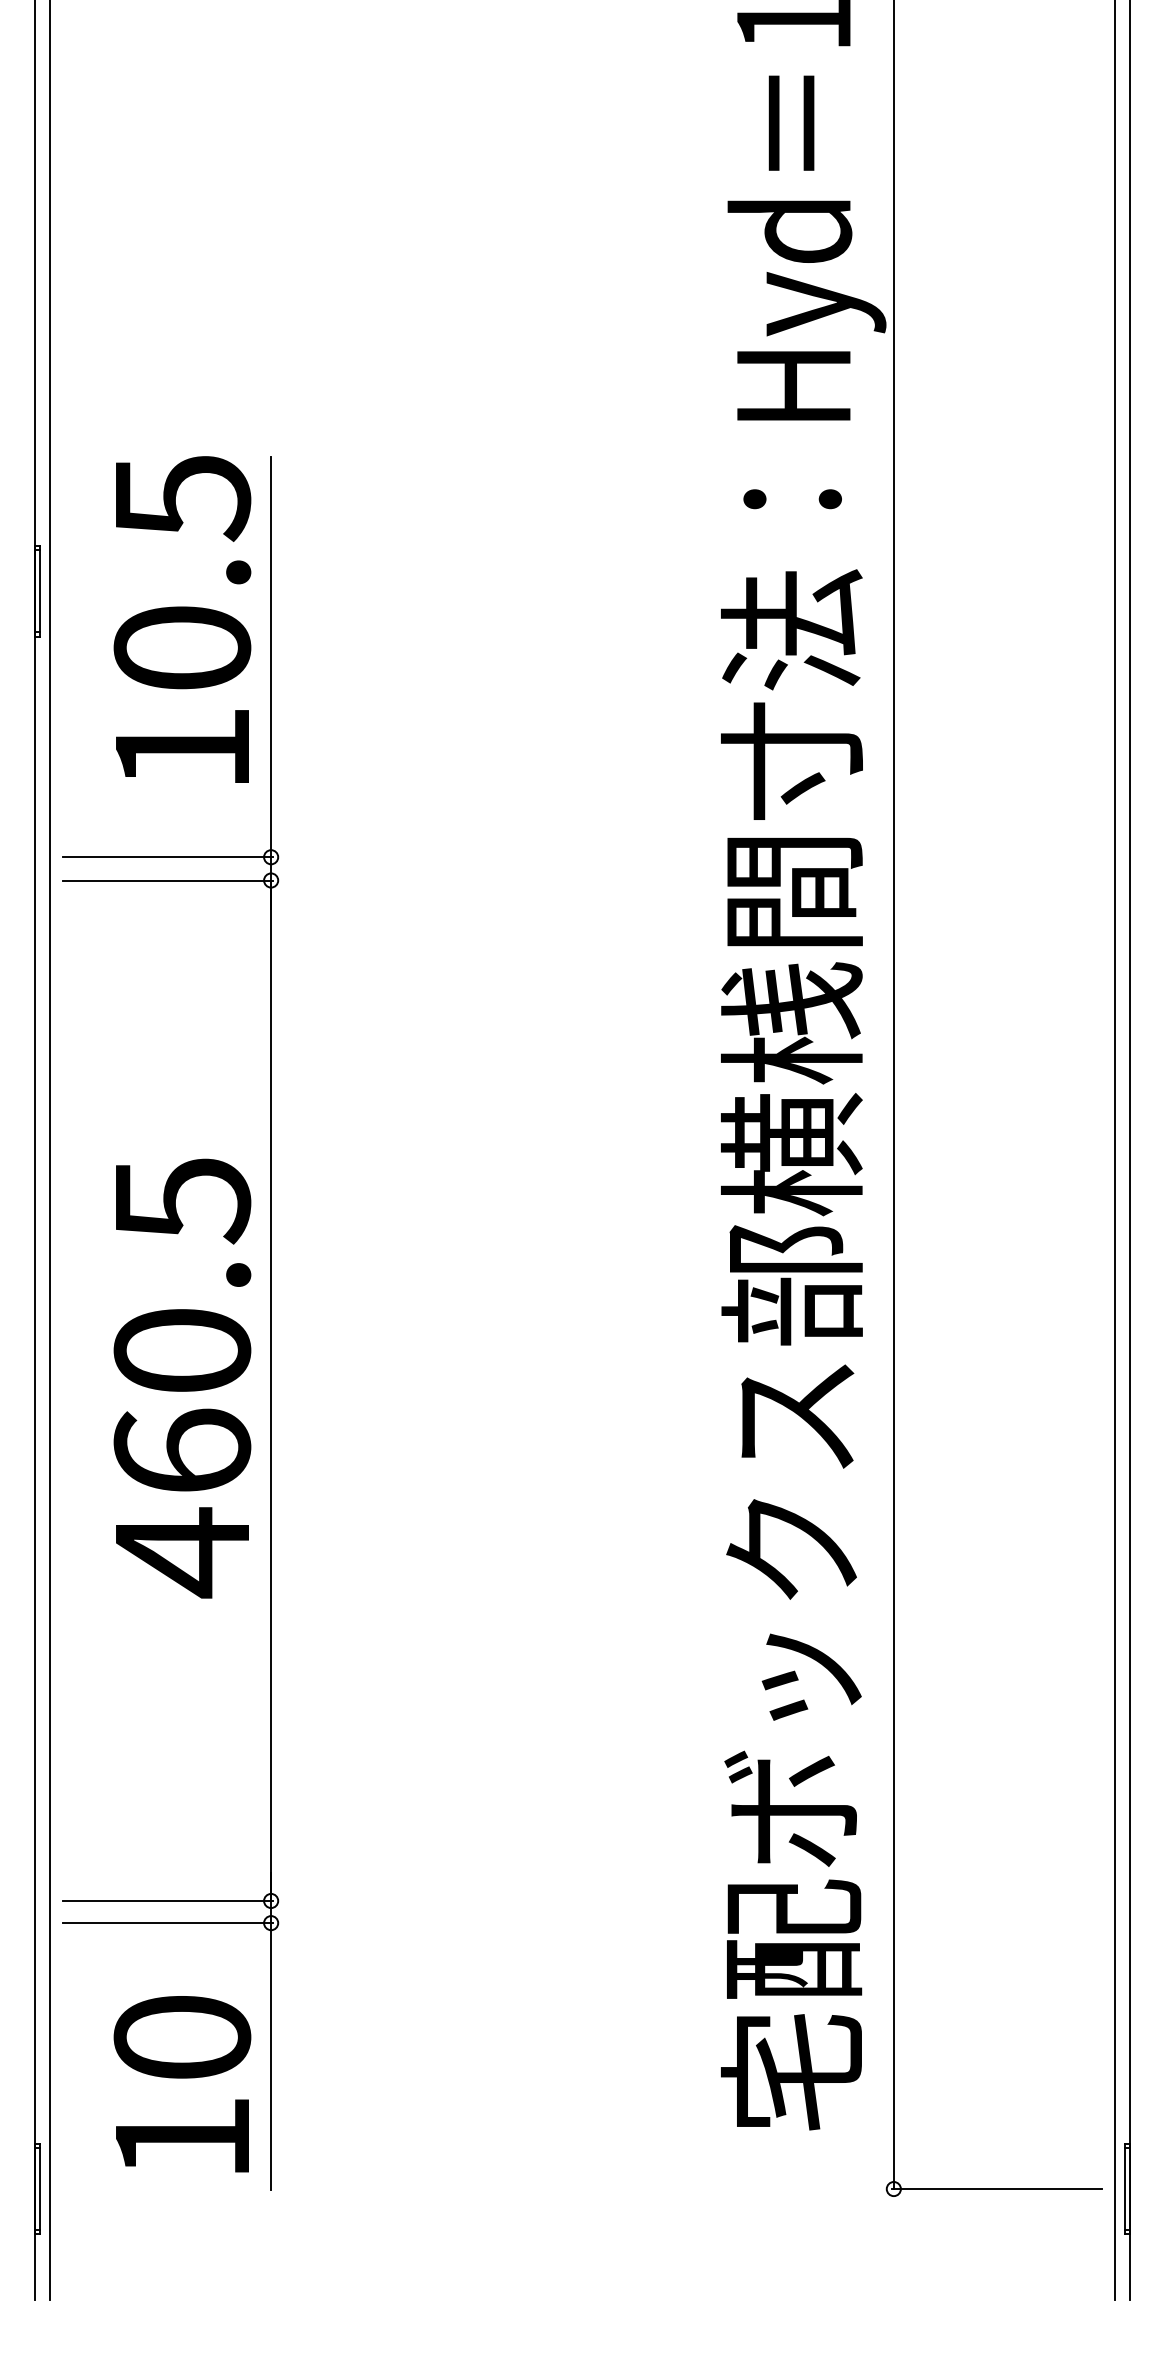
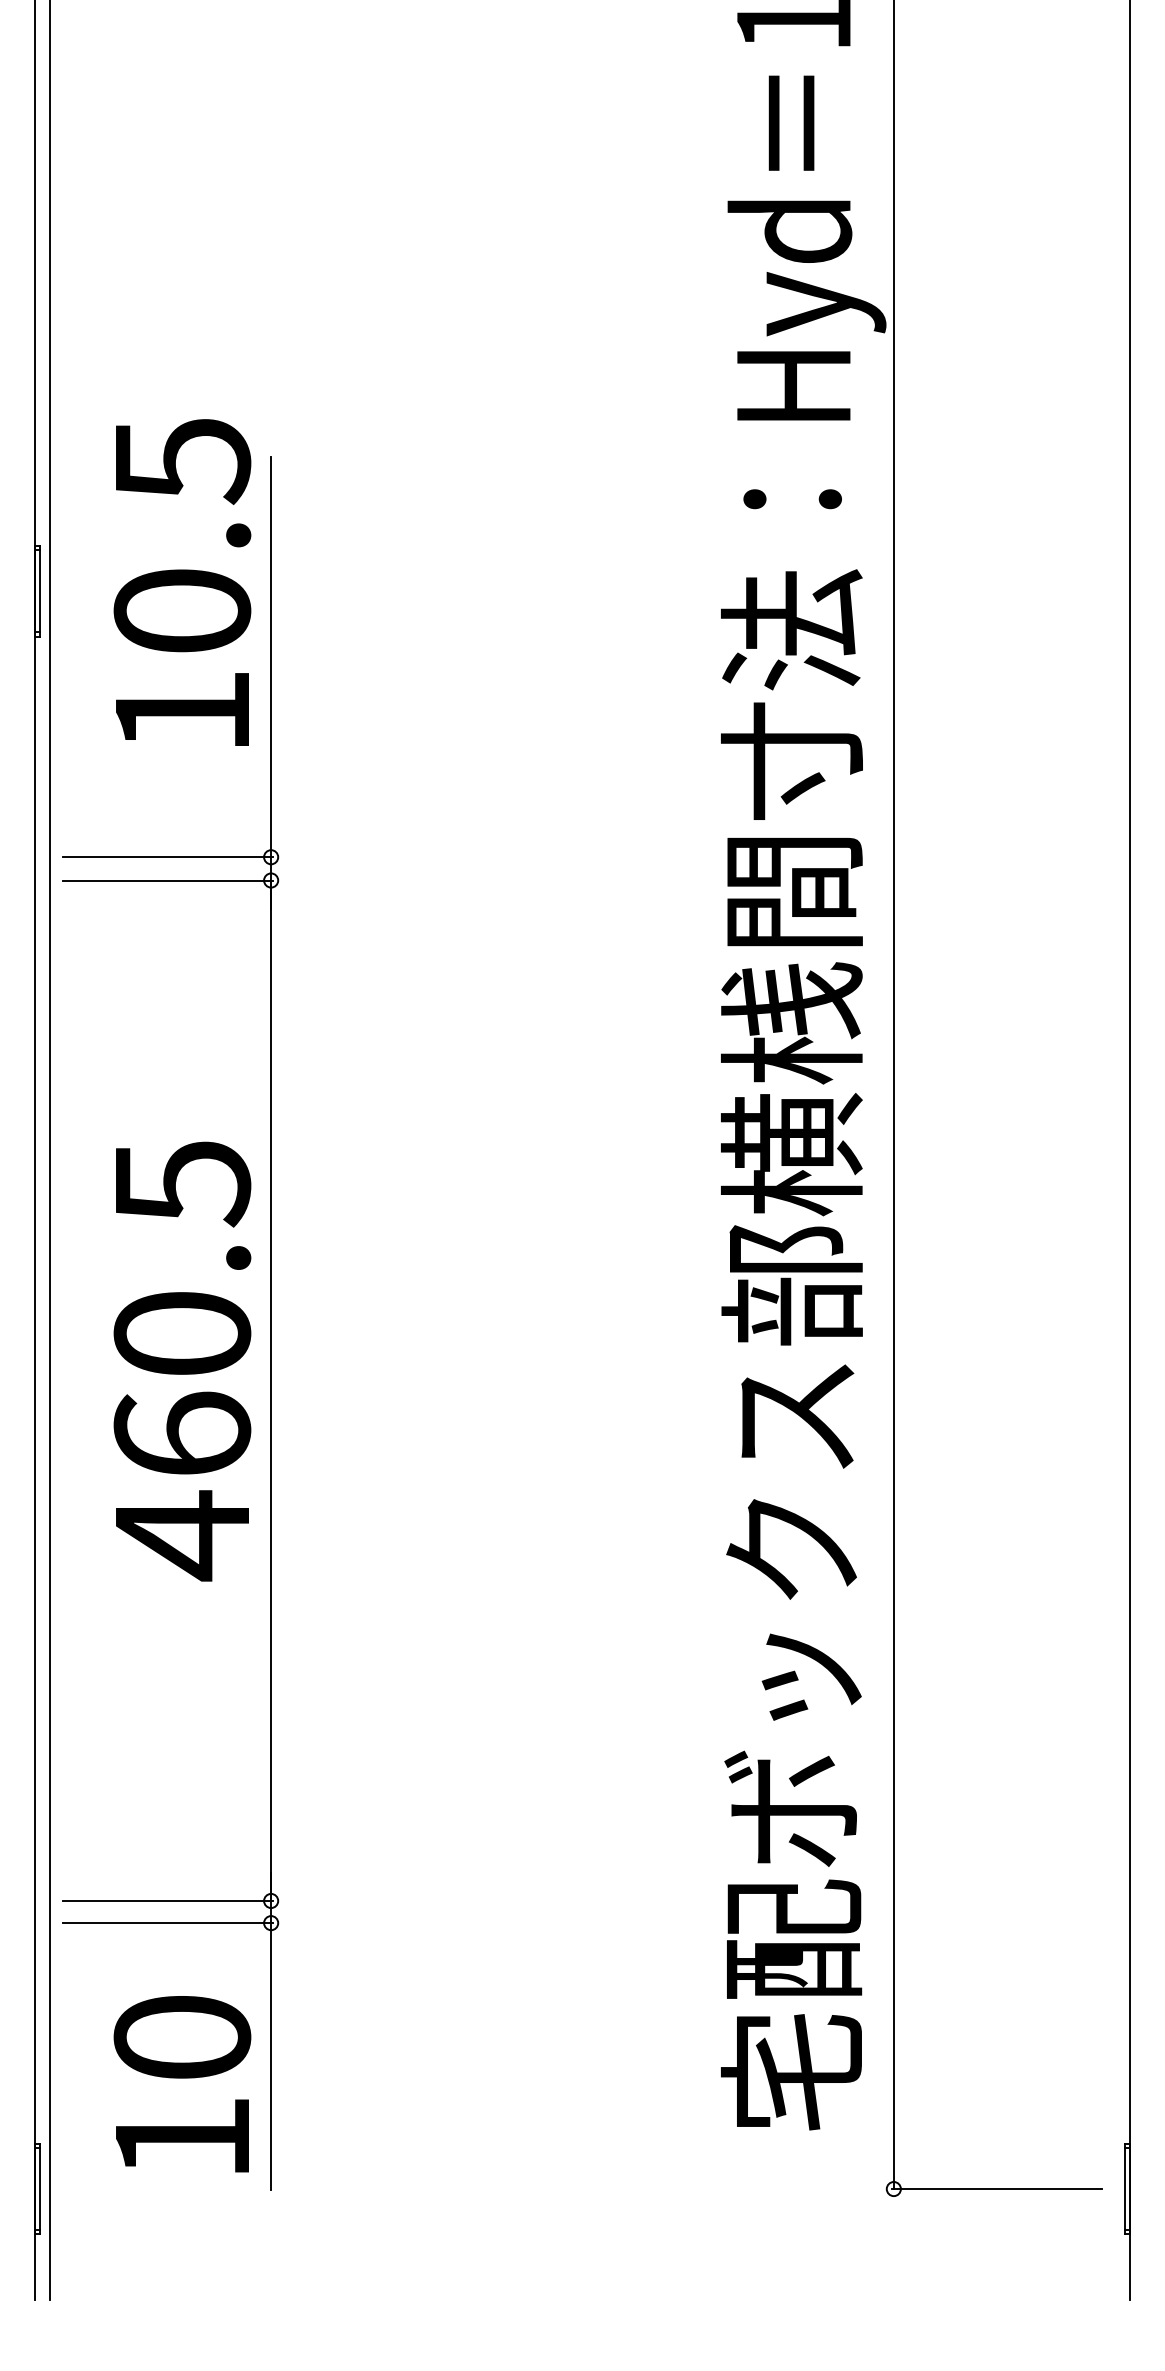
text at (182, 619) position: (182, 619) -> (182, 582)
line at (1115, 1150): present -> none
text at (182, 1378) position: (182, 1378) -> (182, 1361)
